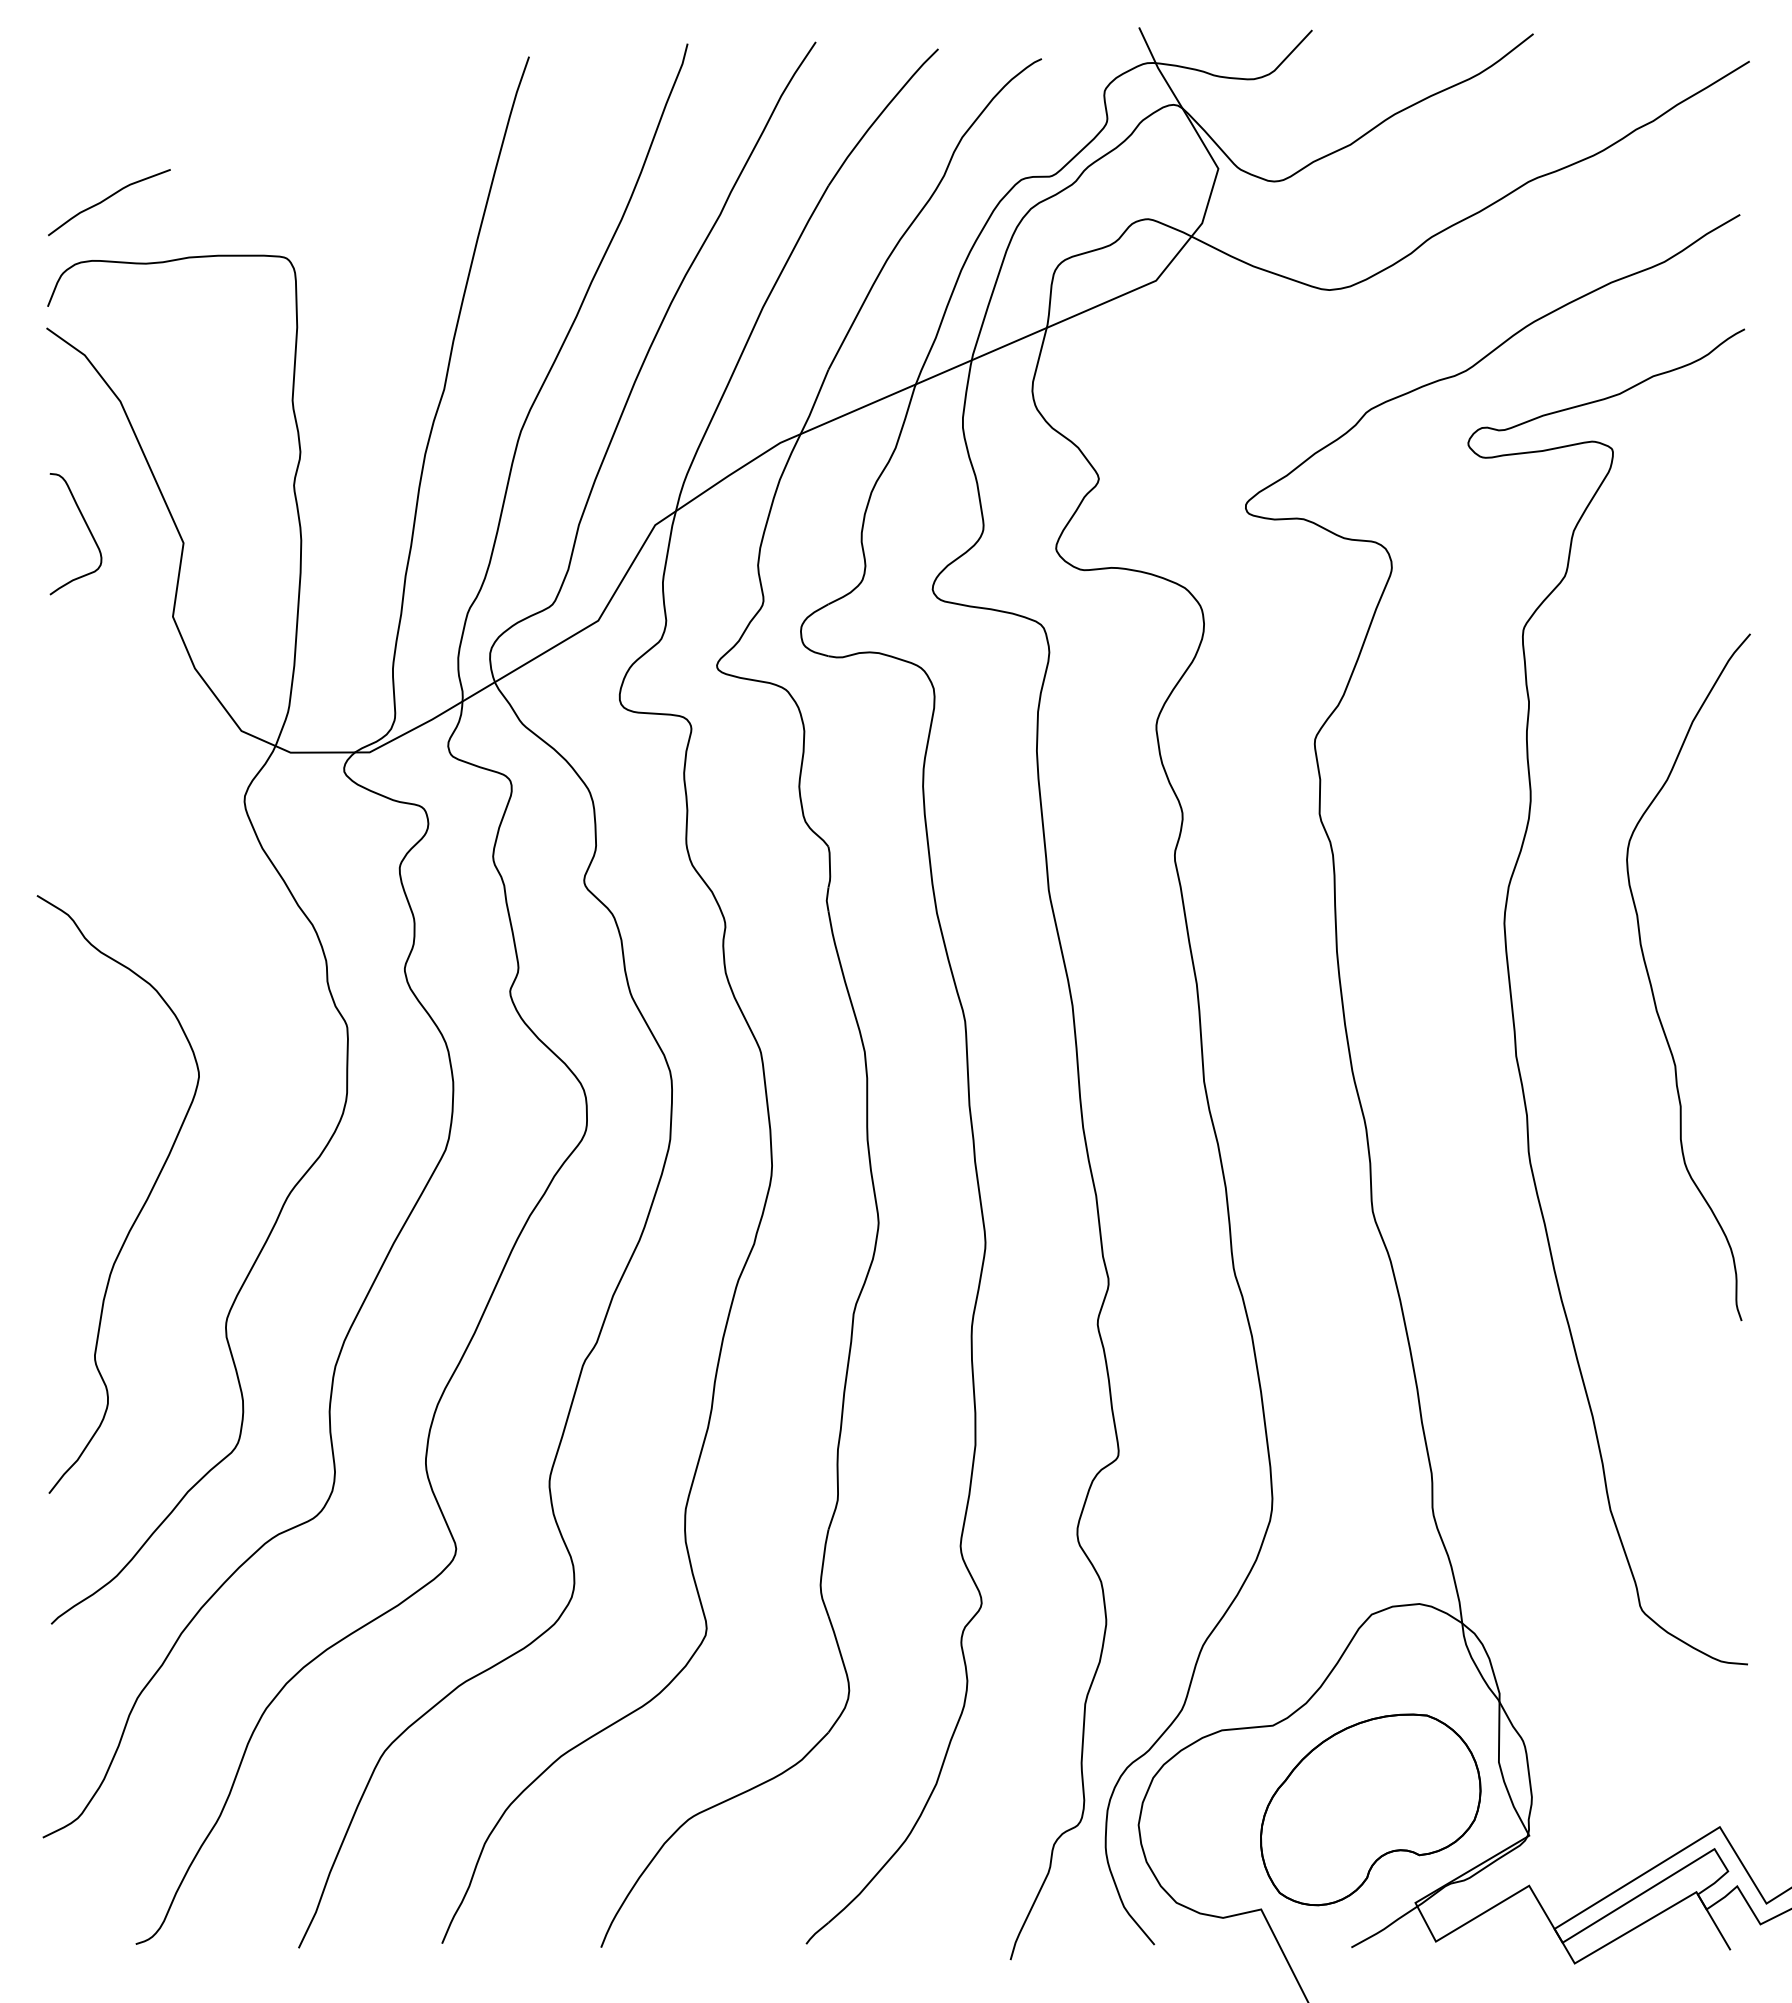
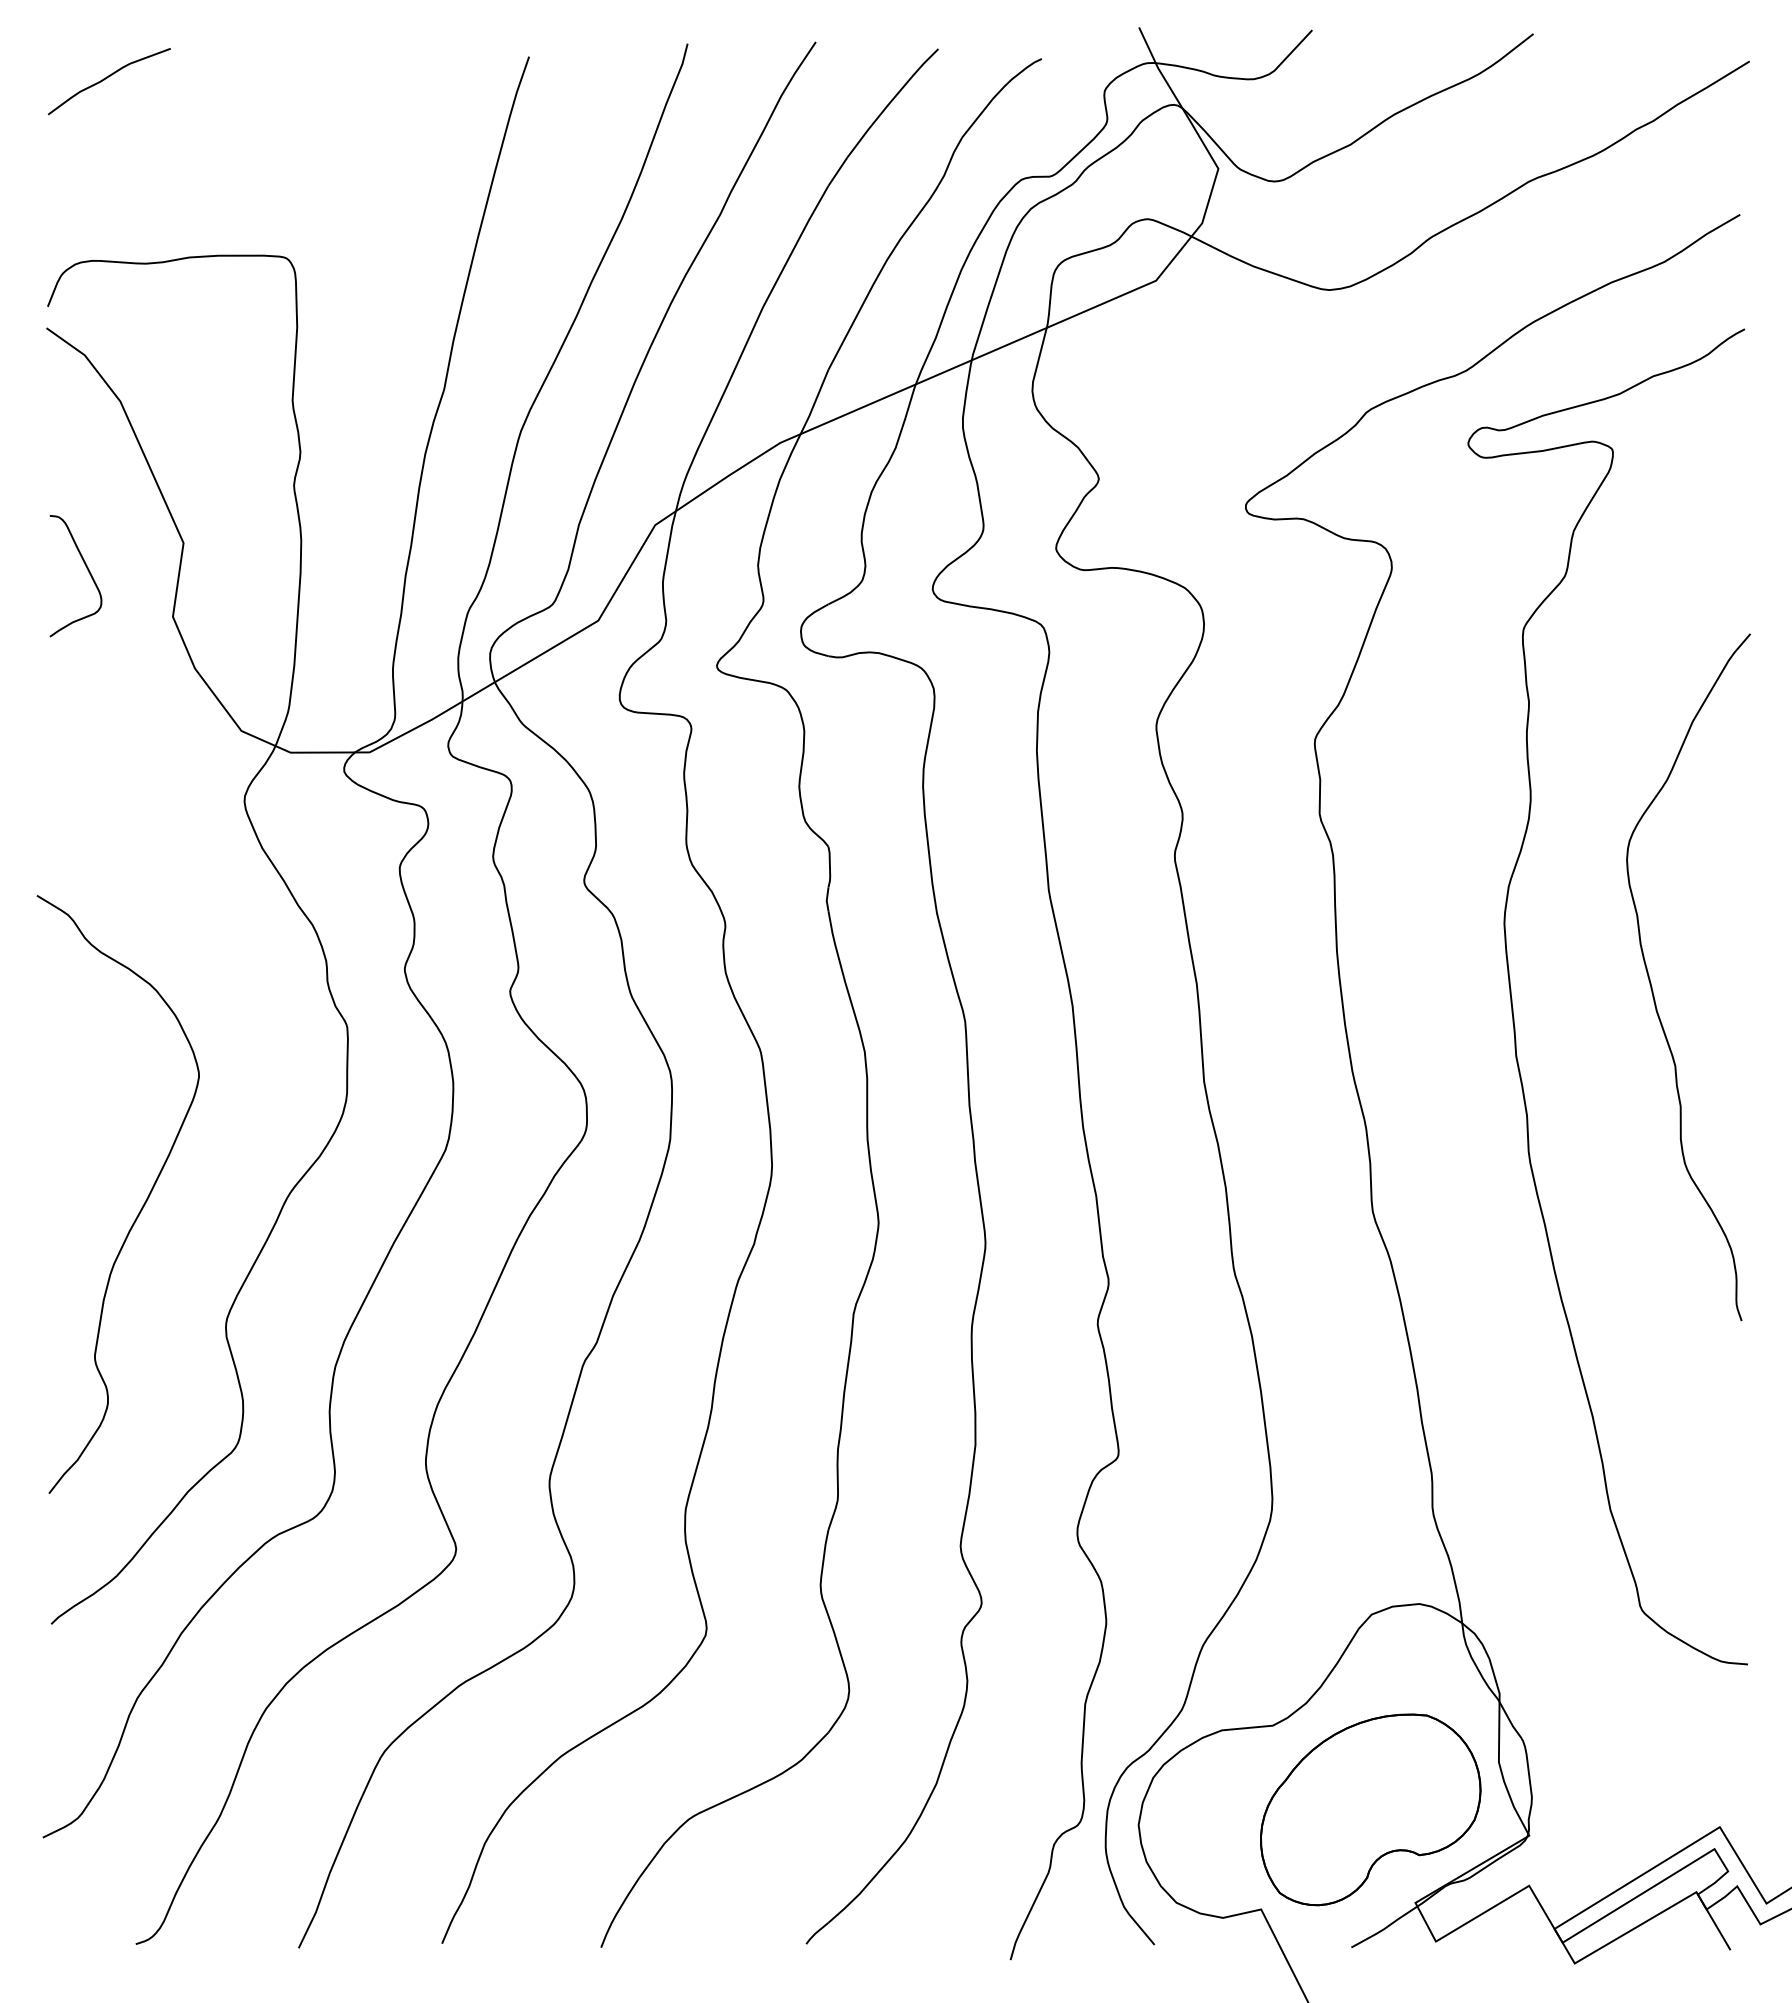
curve at (107, 199) position: (107, 199) -> (107, 78)
curve at (87, 528) position: (87, 528) -> (87, 570)
